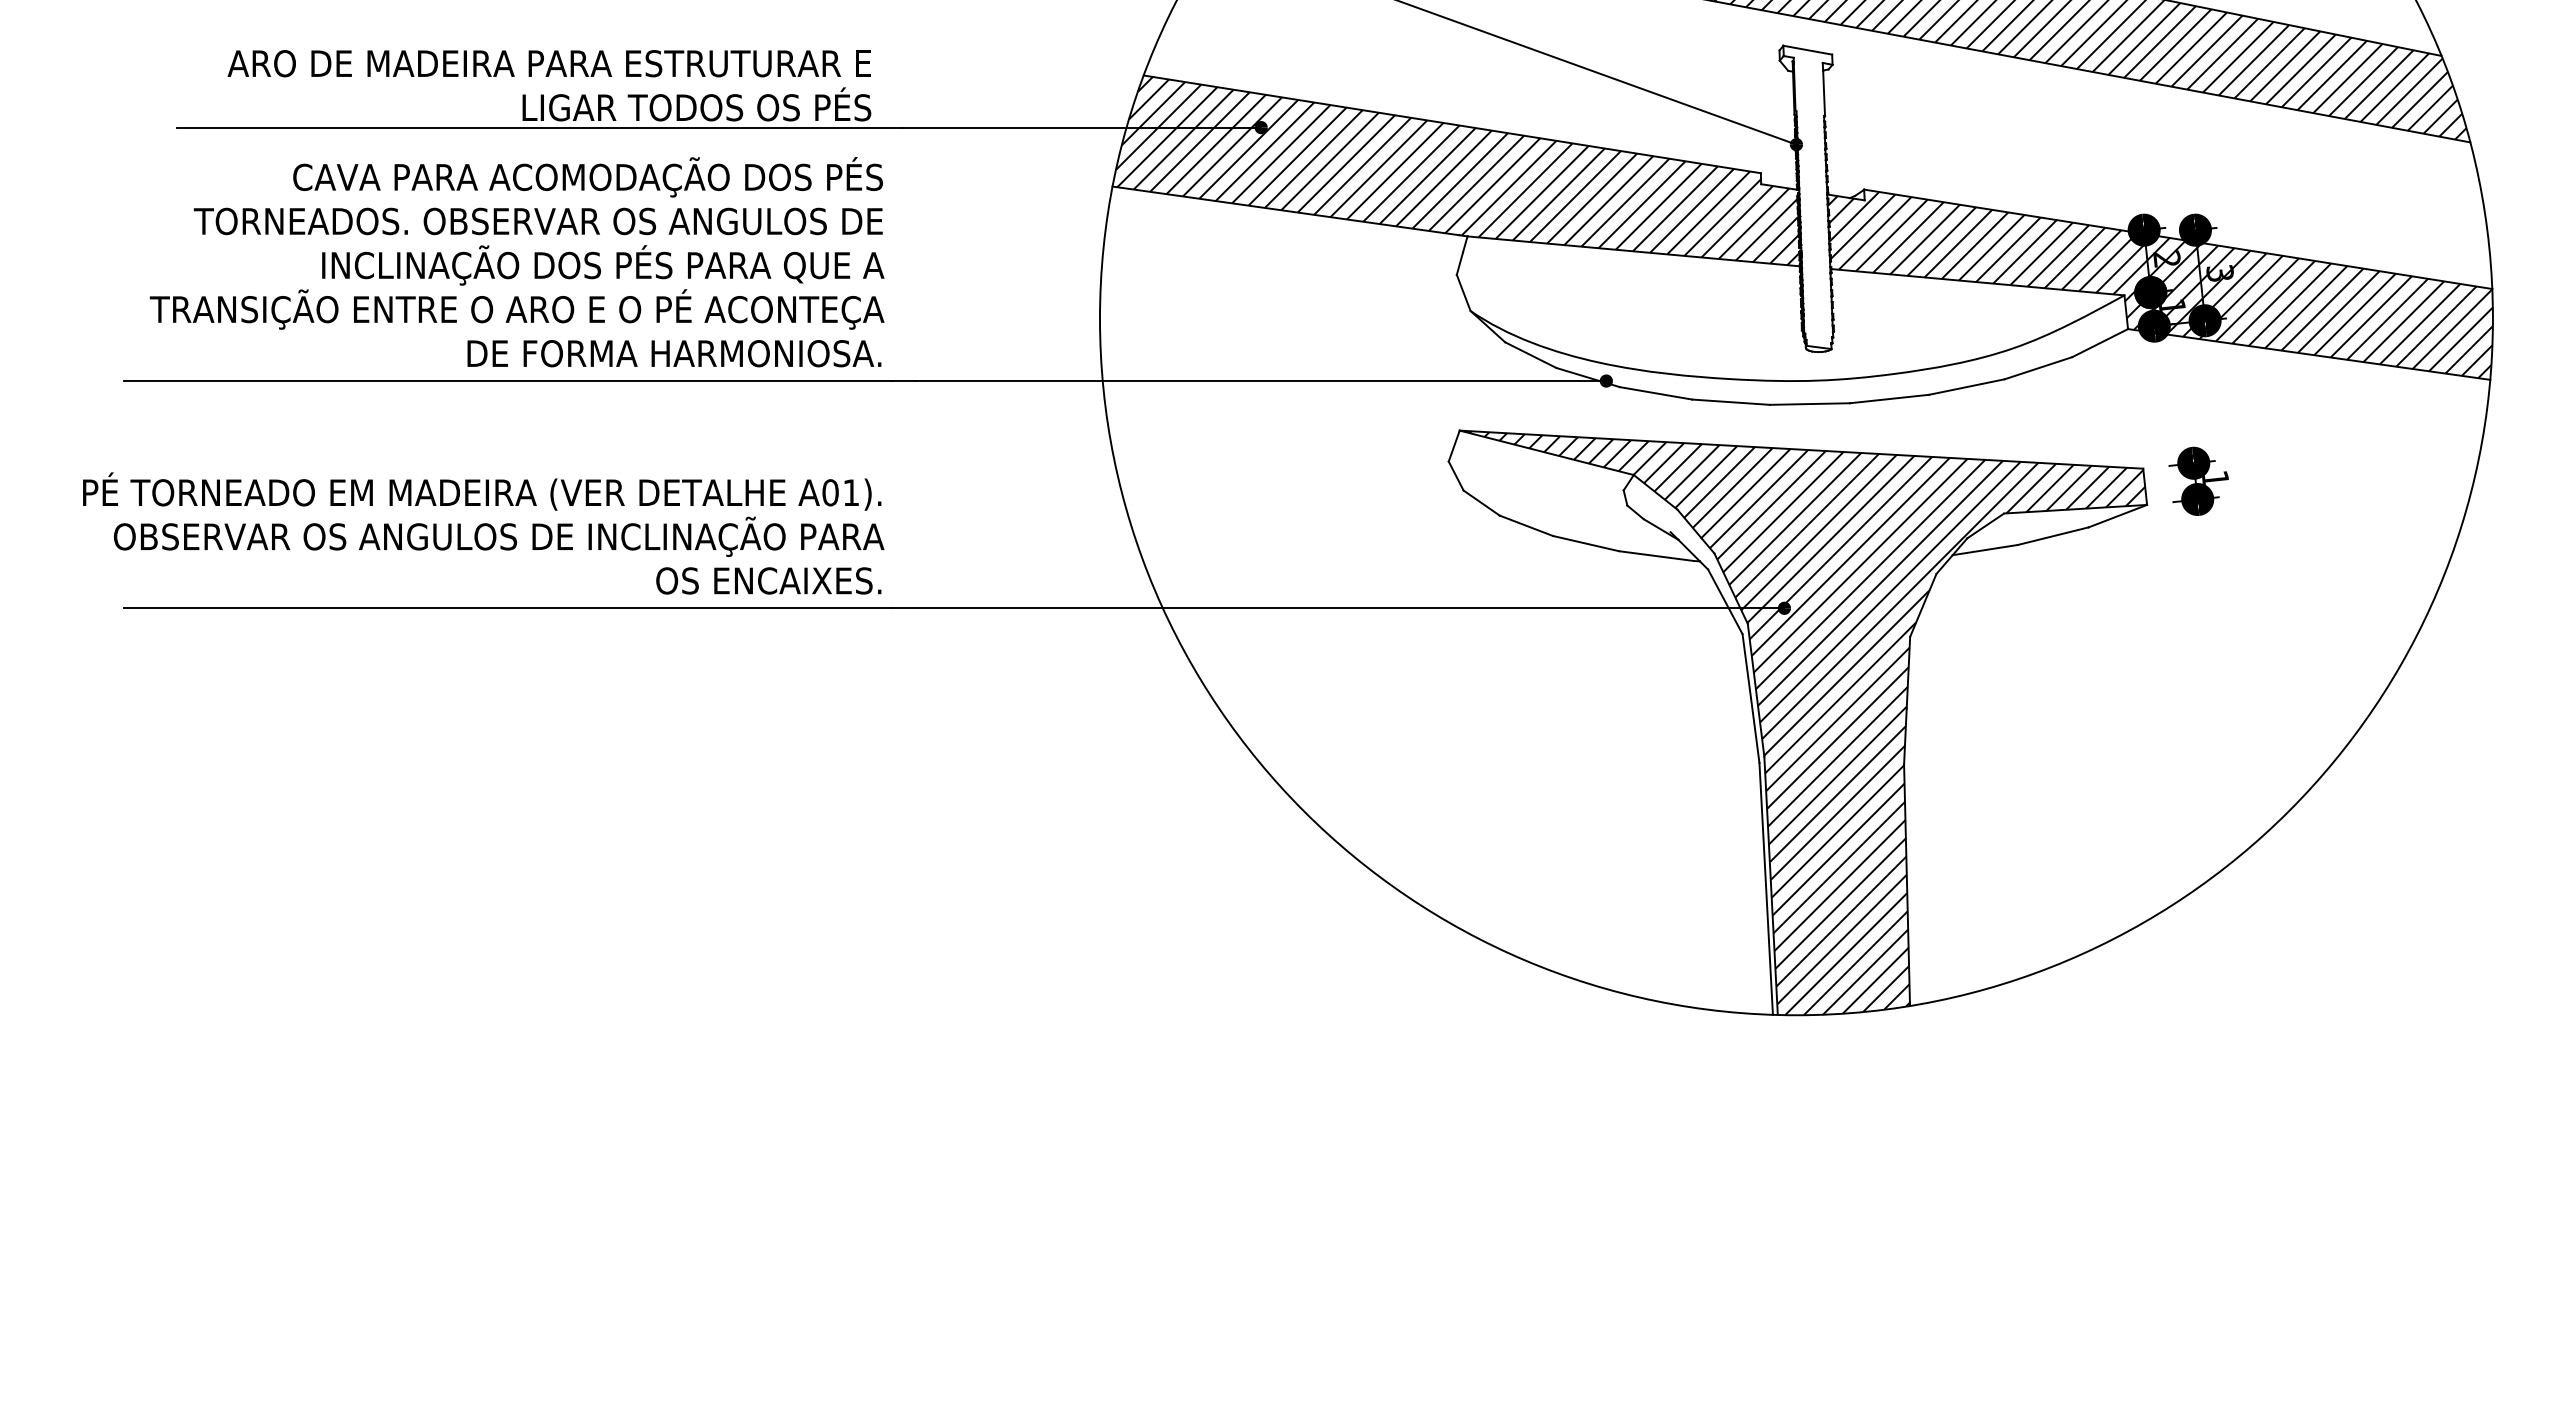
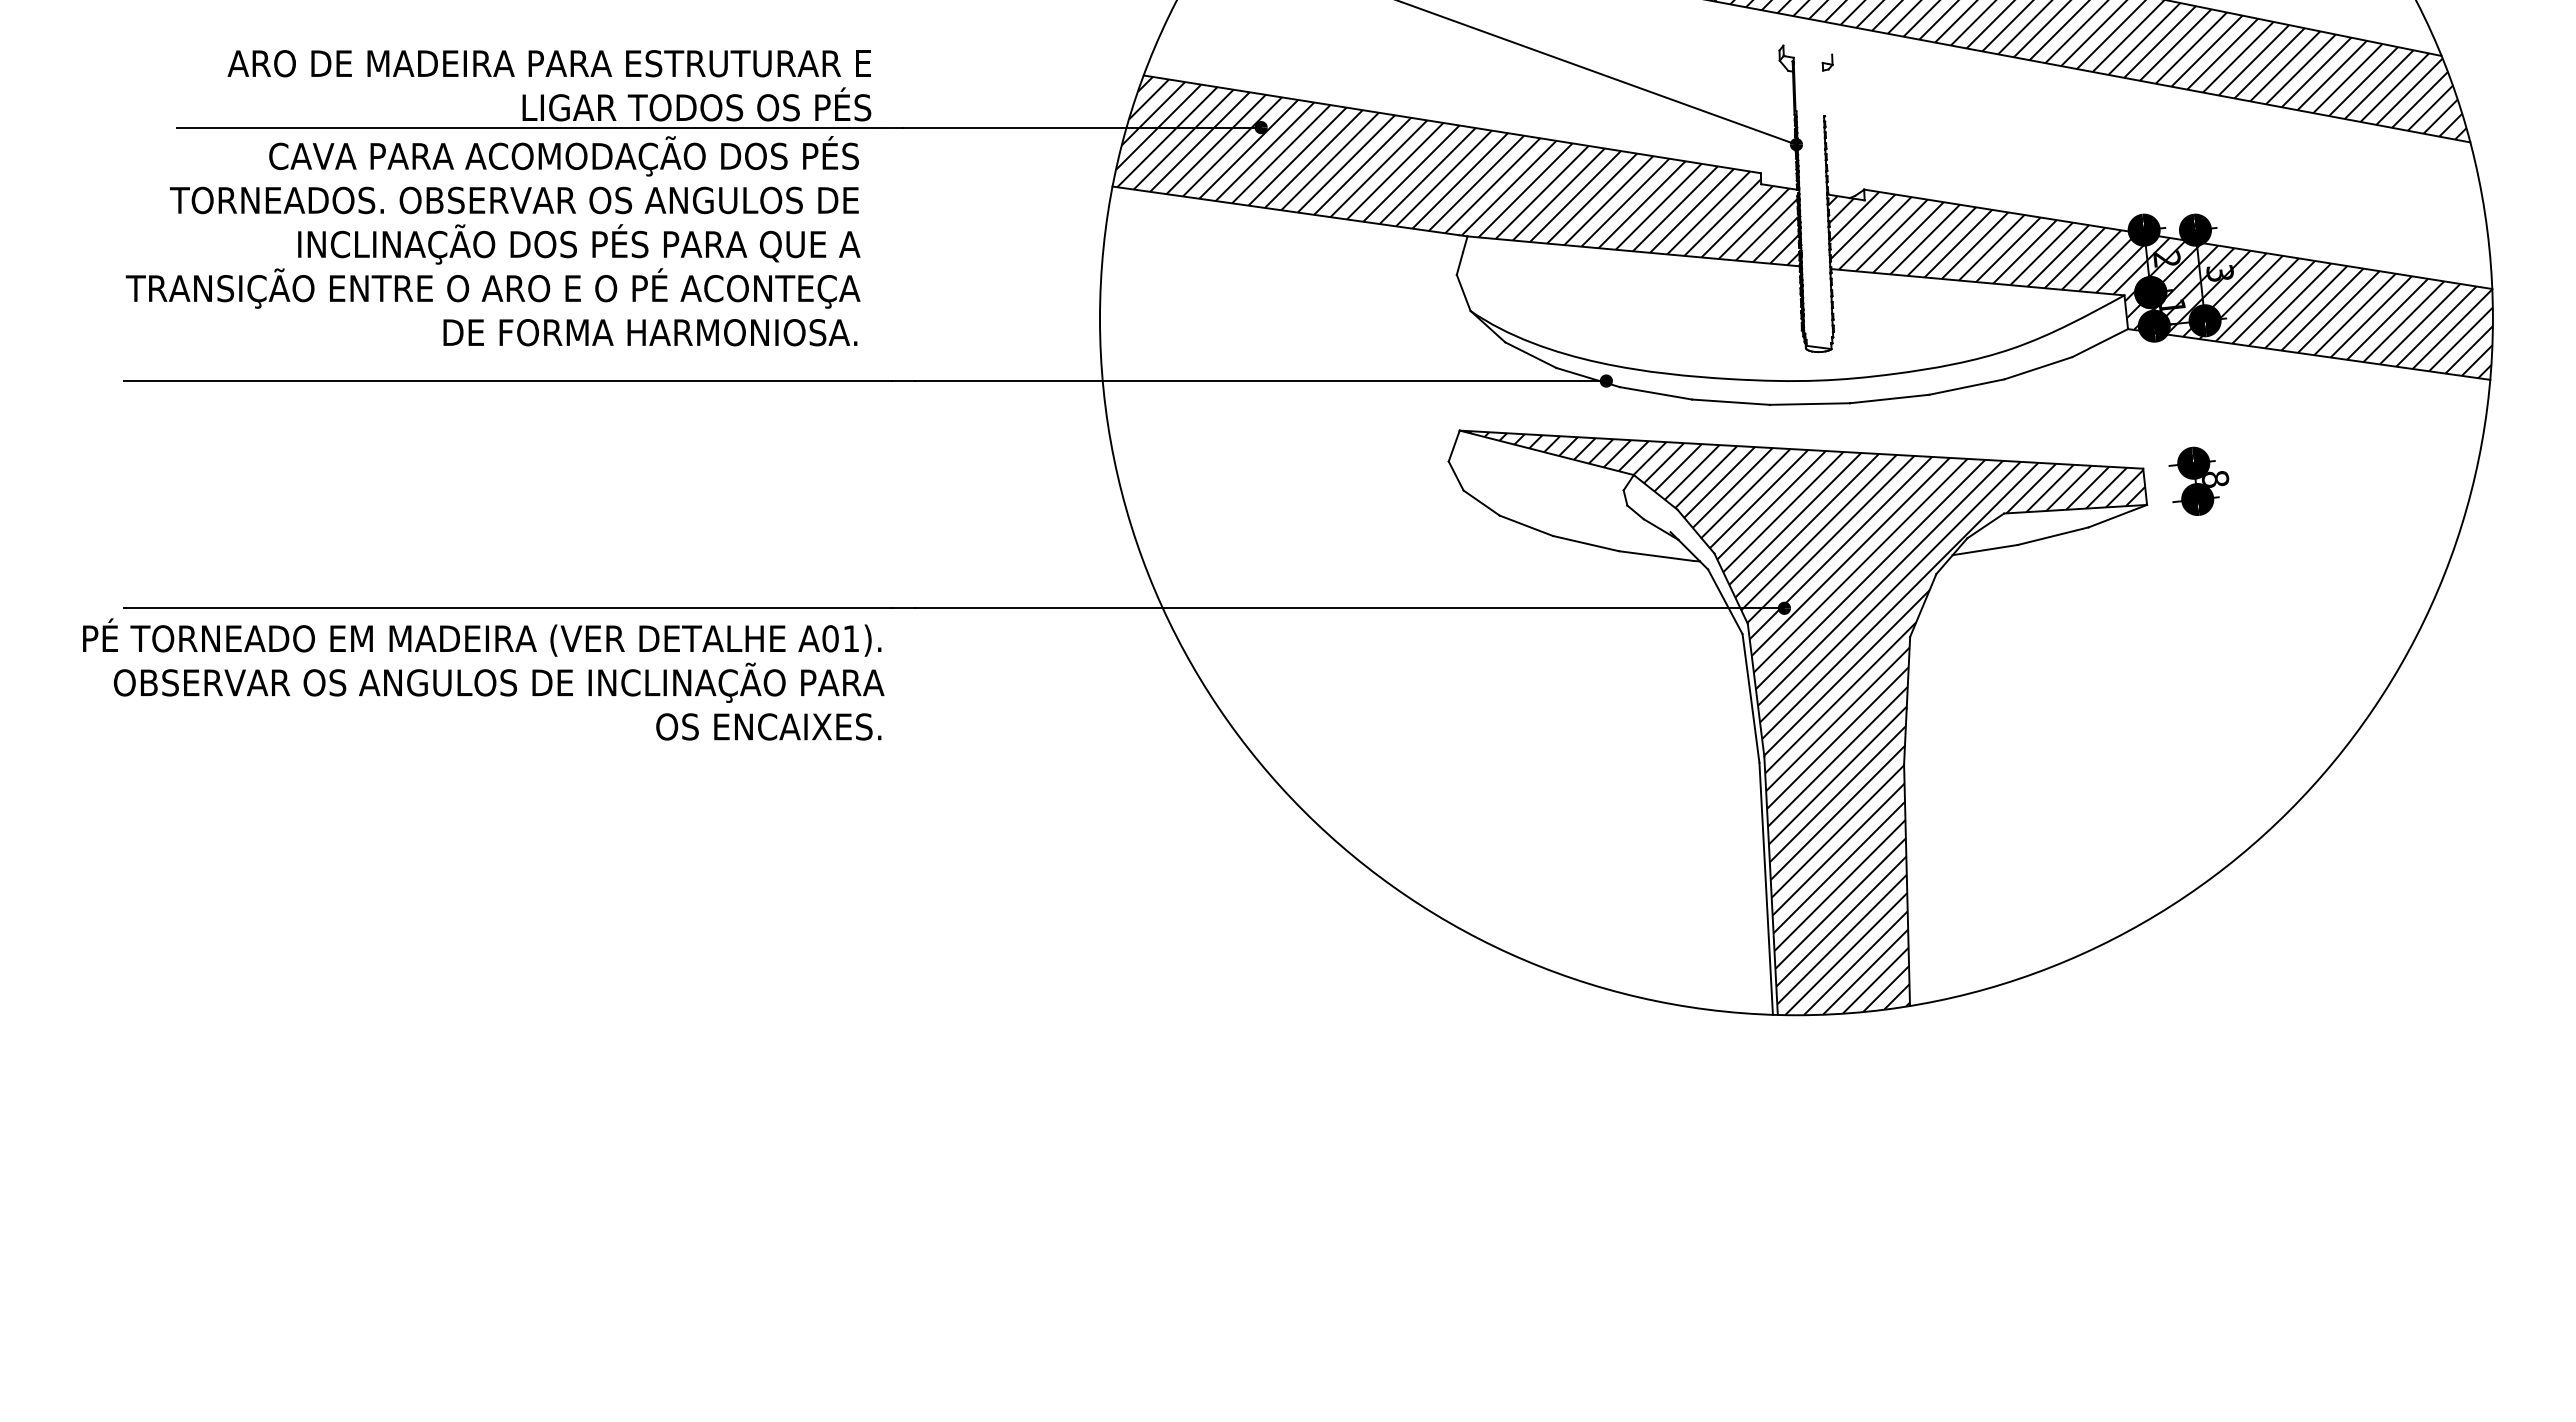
line at (1807, 49): present -> none
line at (1824, 93): present -> none
text at (516, 262) position: (516, 262) -> (492, 241)
text at (2215, 479): 1 -> 8
text at (483, 533) position: (483, 533) -> (483, 679)
